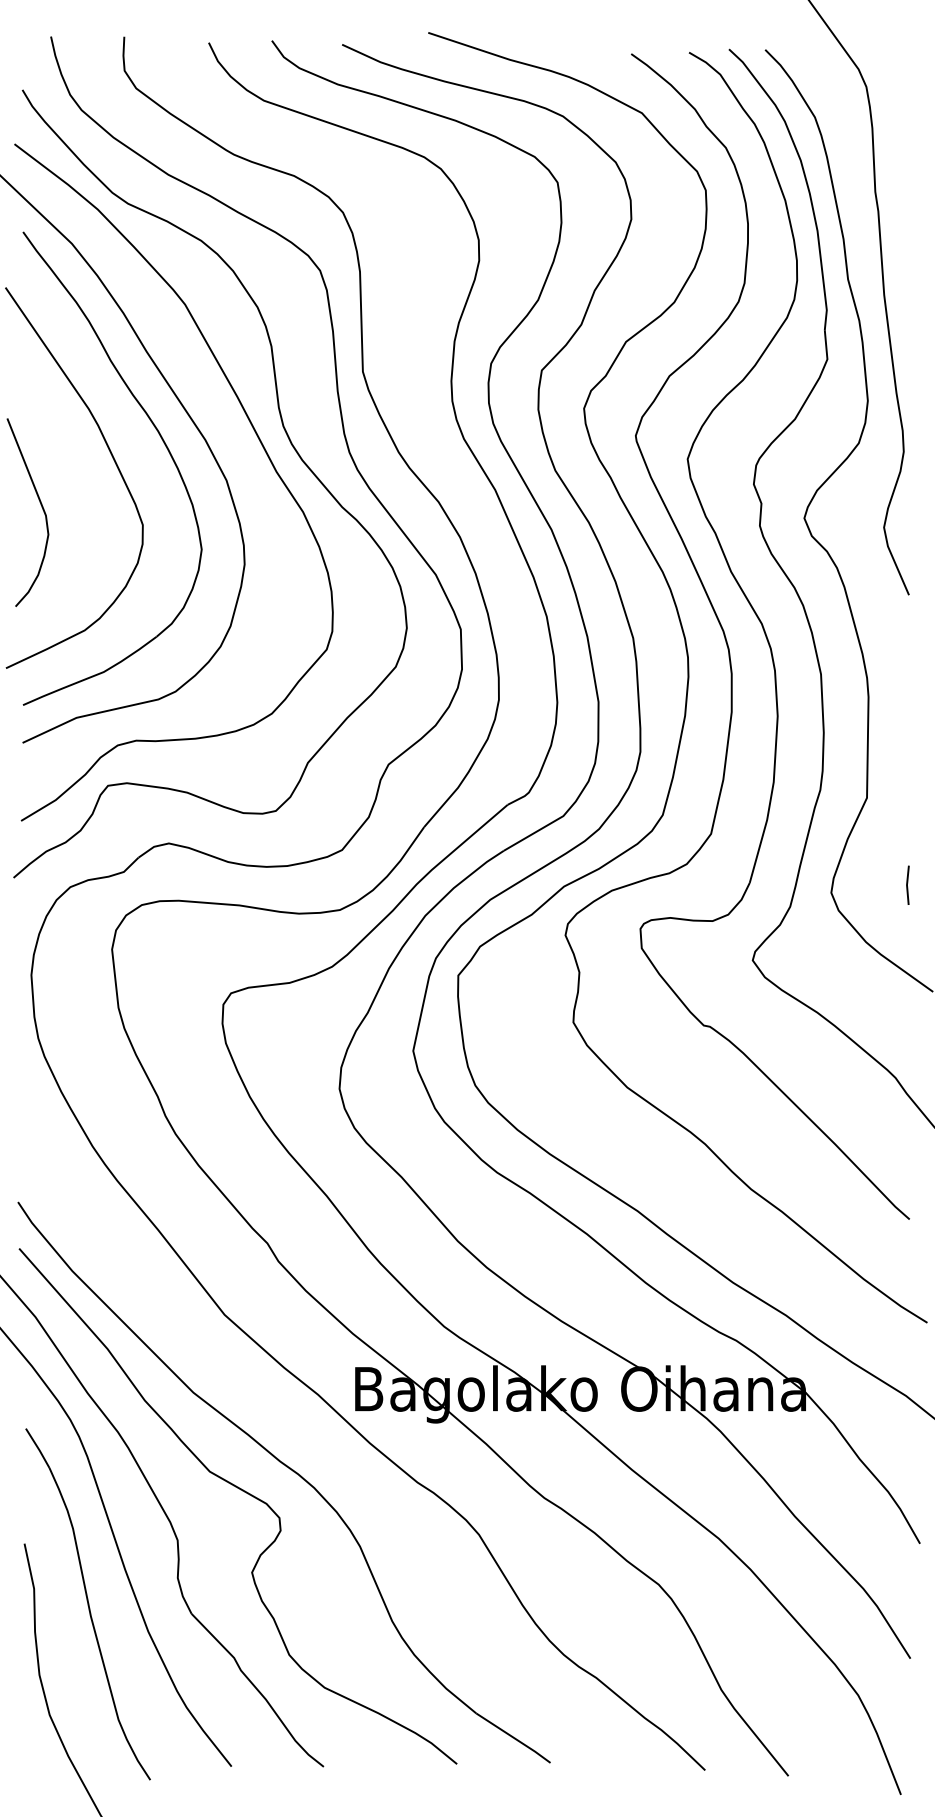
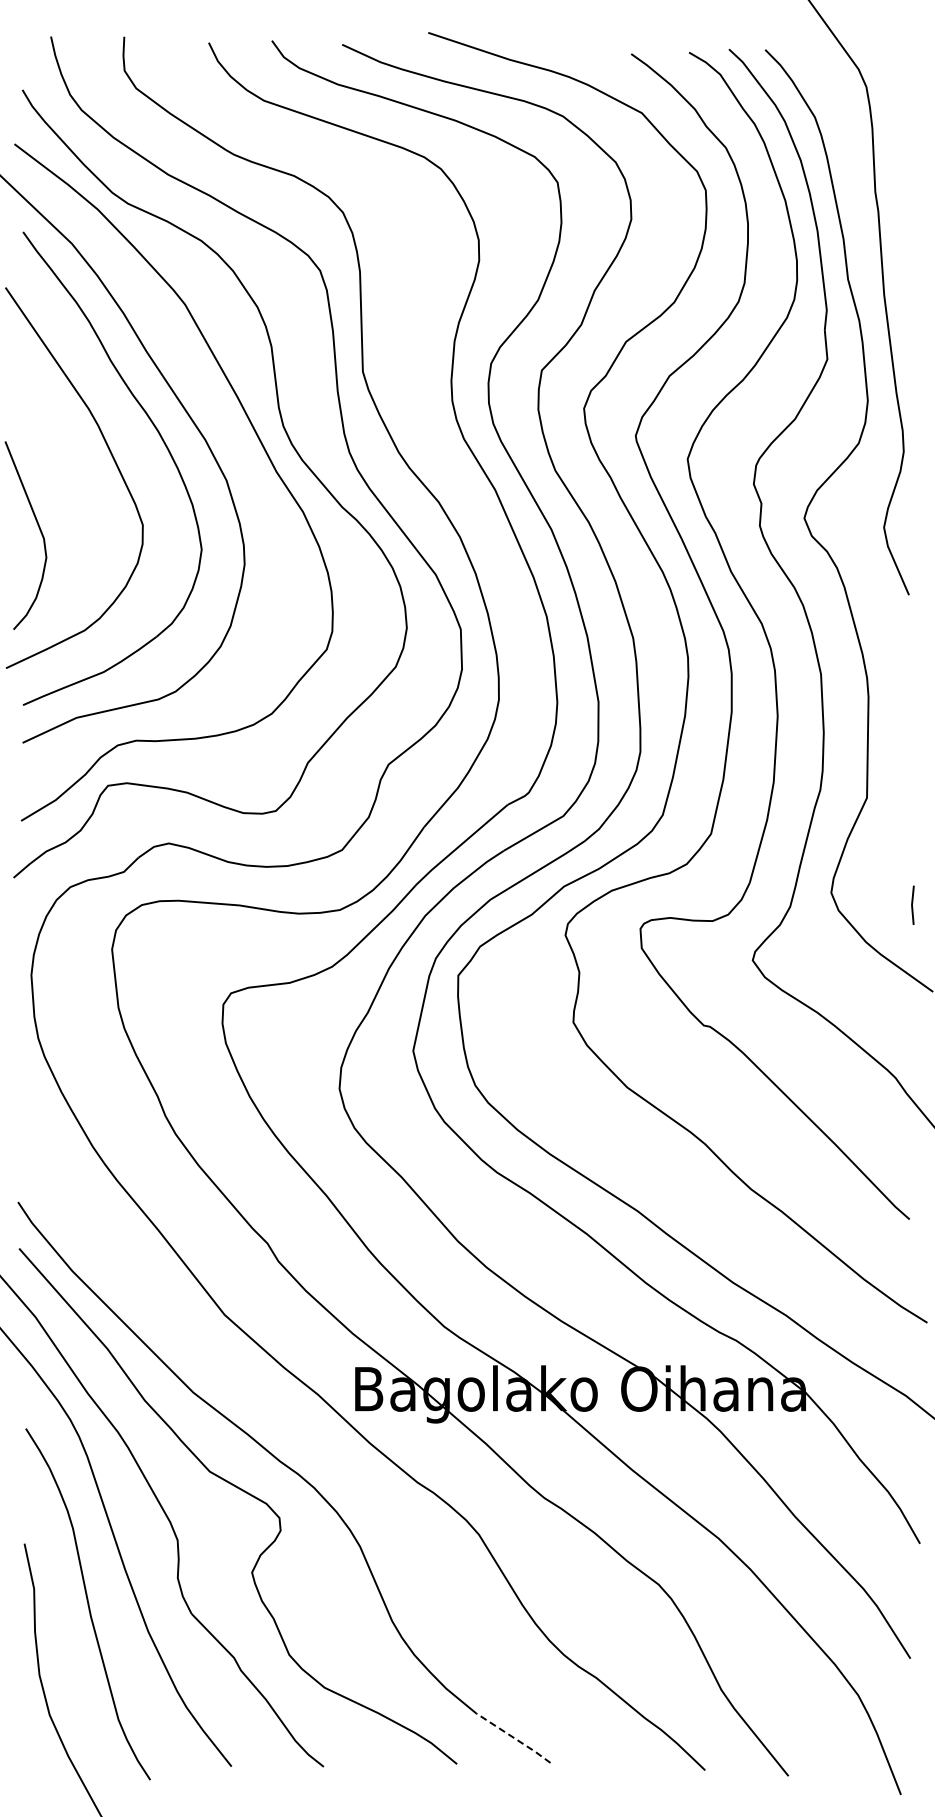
curve at (41, 507) position: (41, 507) -> (39, 530)
line at (907, 884) position: (907, 884) -> (912, 904)
line at (514, 1738): solid -> dashed
